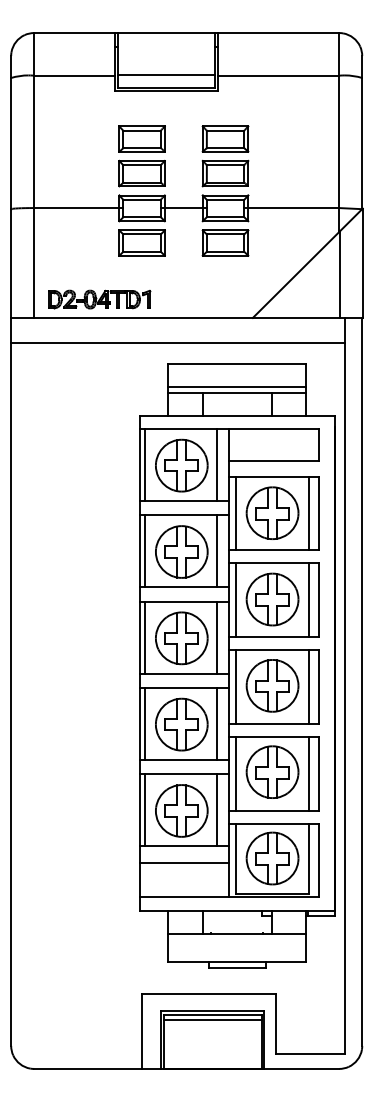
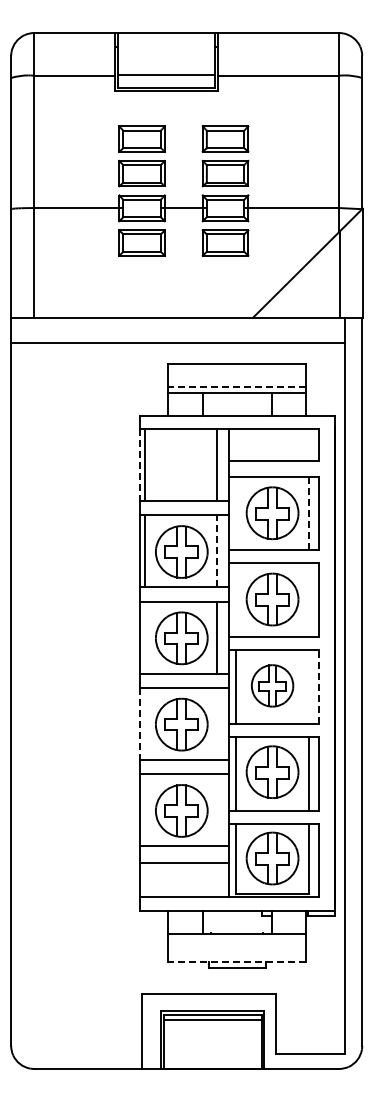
part at (99, 299): present -> none
line at (236, 386): solid -> dashed
line at (139, 464): solid -> dashed
part at (181, 465): present -> none
line at (235, 512): present -> none
line at (309, 513): solid -> dashed
line at (217, 551): solid -> dashed
line at (235, 599): present -> none
line at (309, 599): present -> none
line at (145, 637): present -> none
part at (272, 685) size: 55x54 px -> 44x44 px
line at (309, 686): present -> none
line at (319, 687): solid -> dashed
line at (139, 723): solid -> dashed
line at (145, 723): present -> none
line at (217, 723): present -> none
line at (145, 810): present -> none
line at (217, 810): present -> none
line at (236, 962): solid -> dashed
